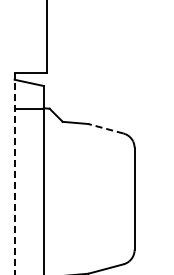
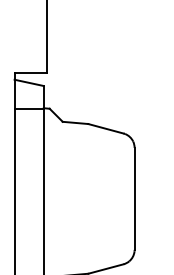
line at (105, 128): dashed -> solid
line at (14, 173): dashed -> solid
